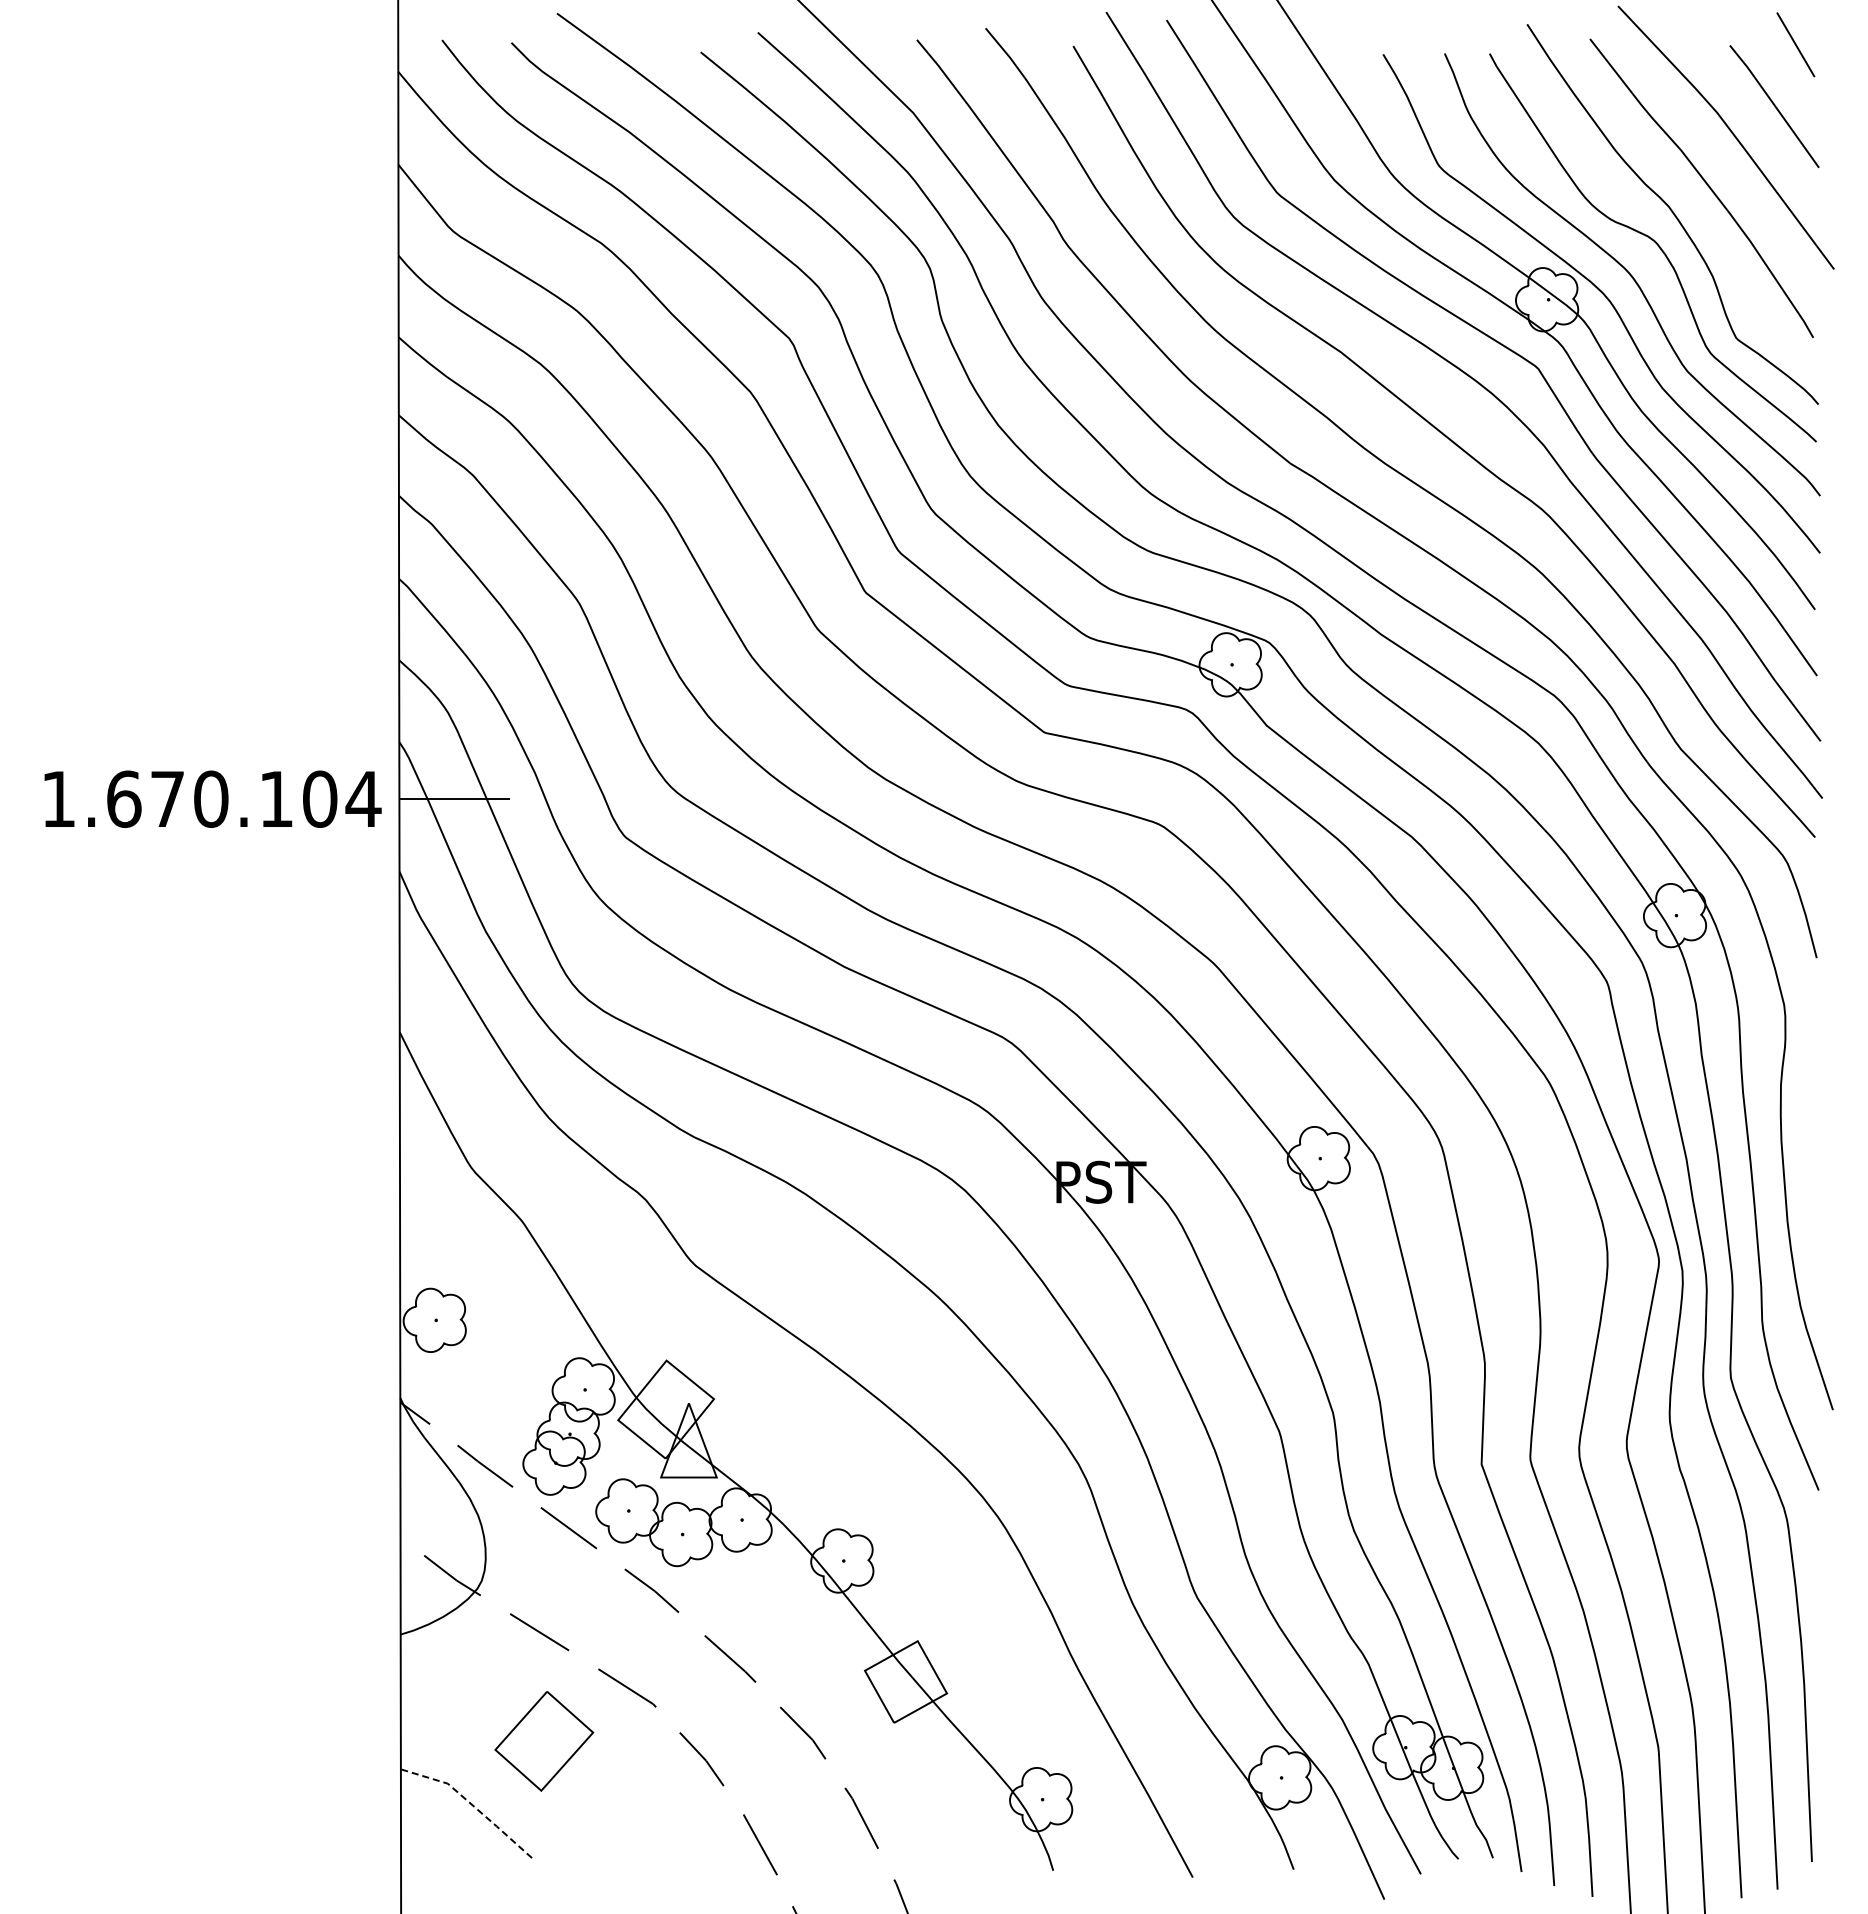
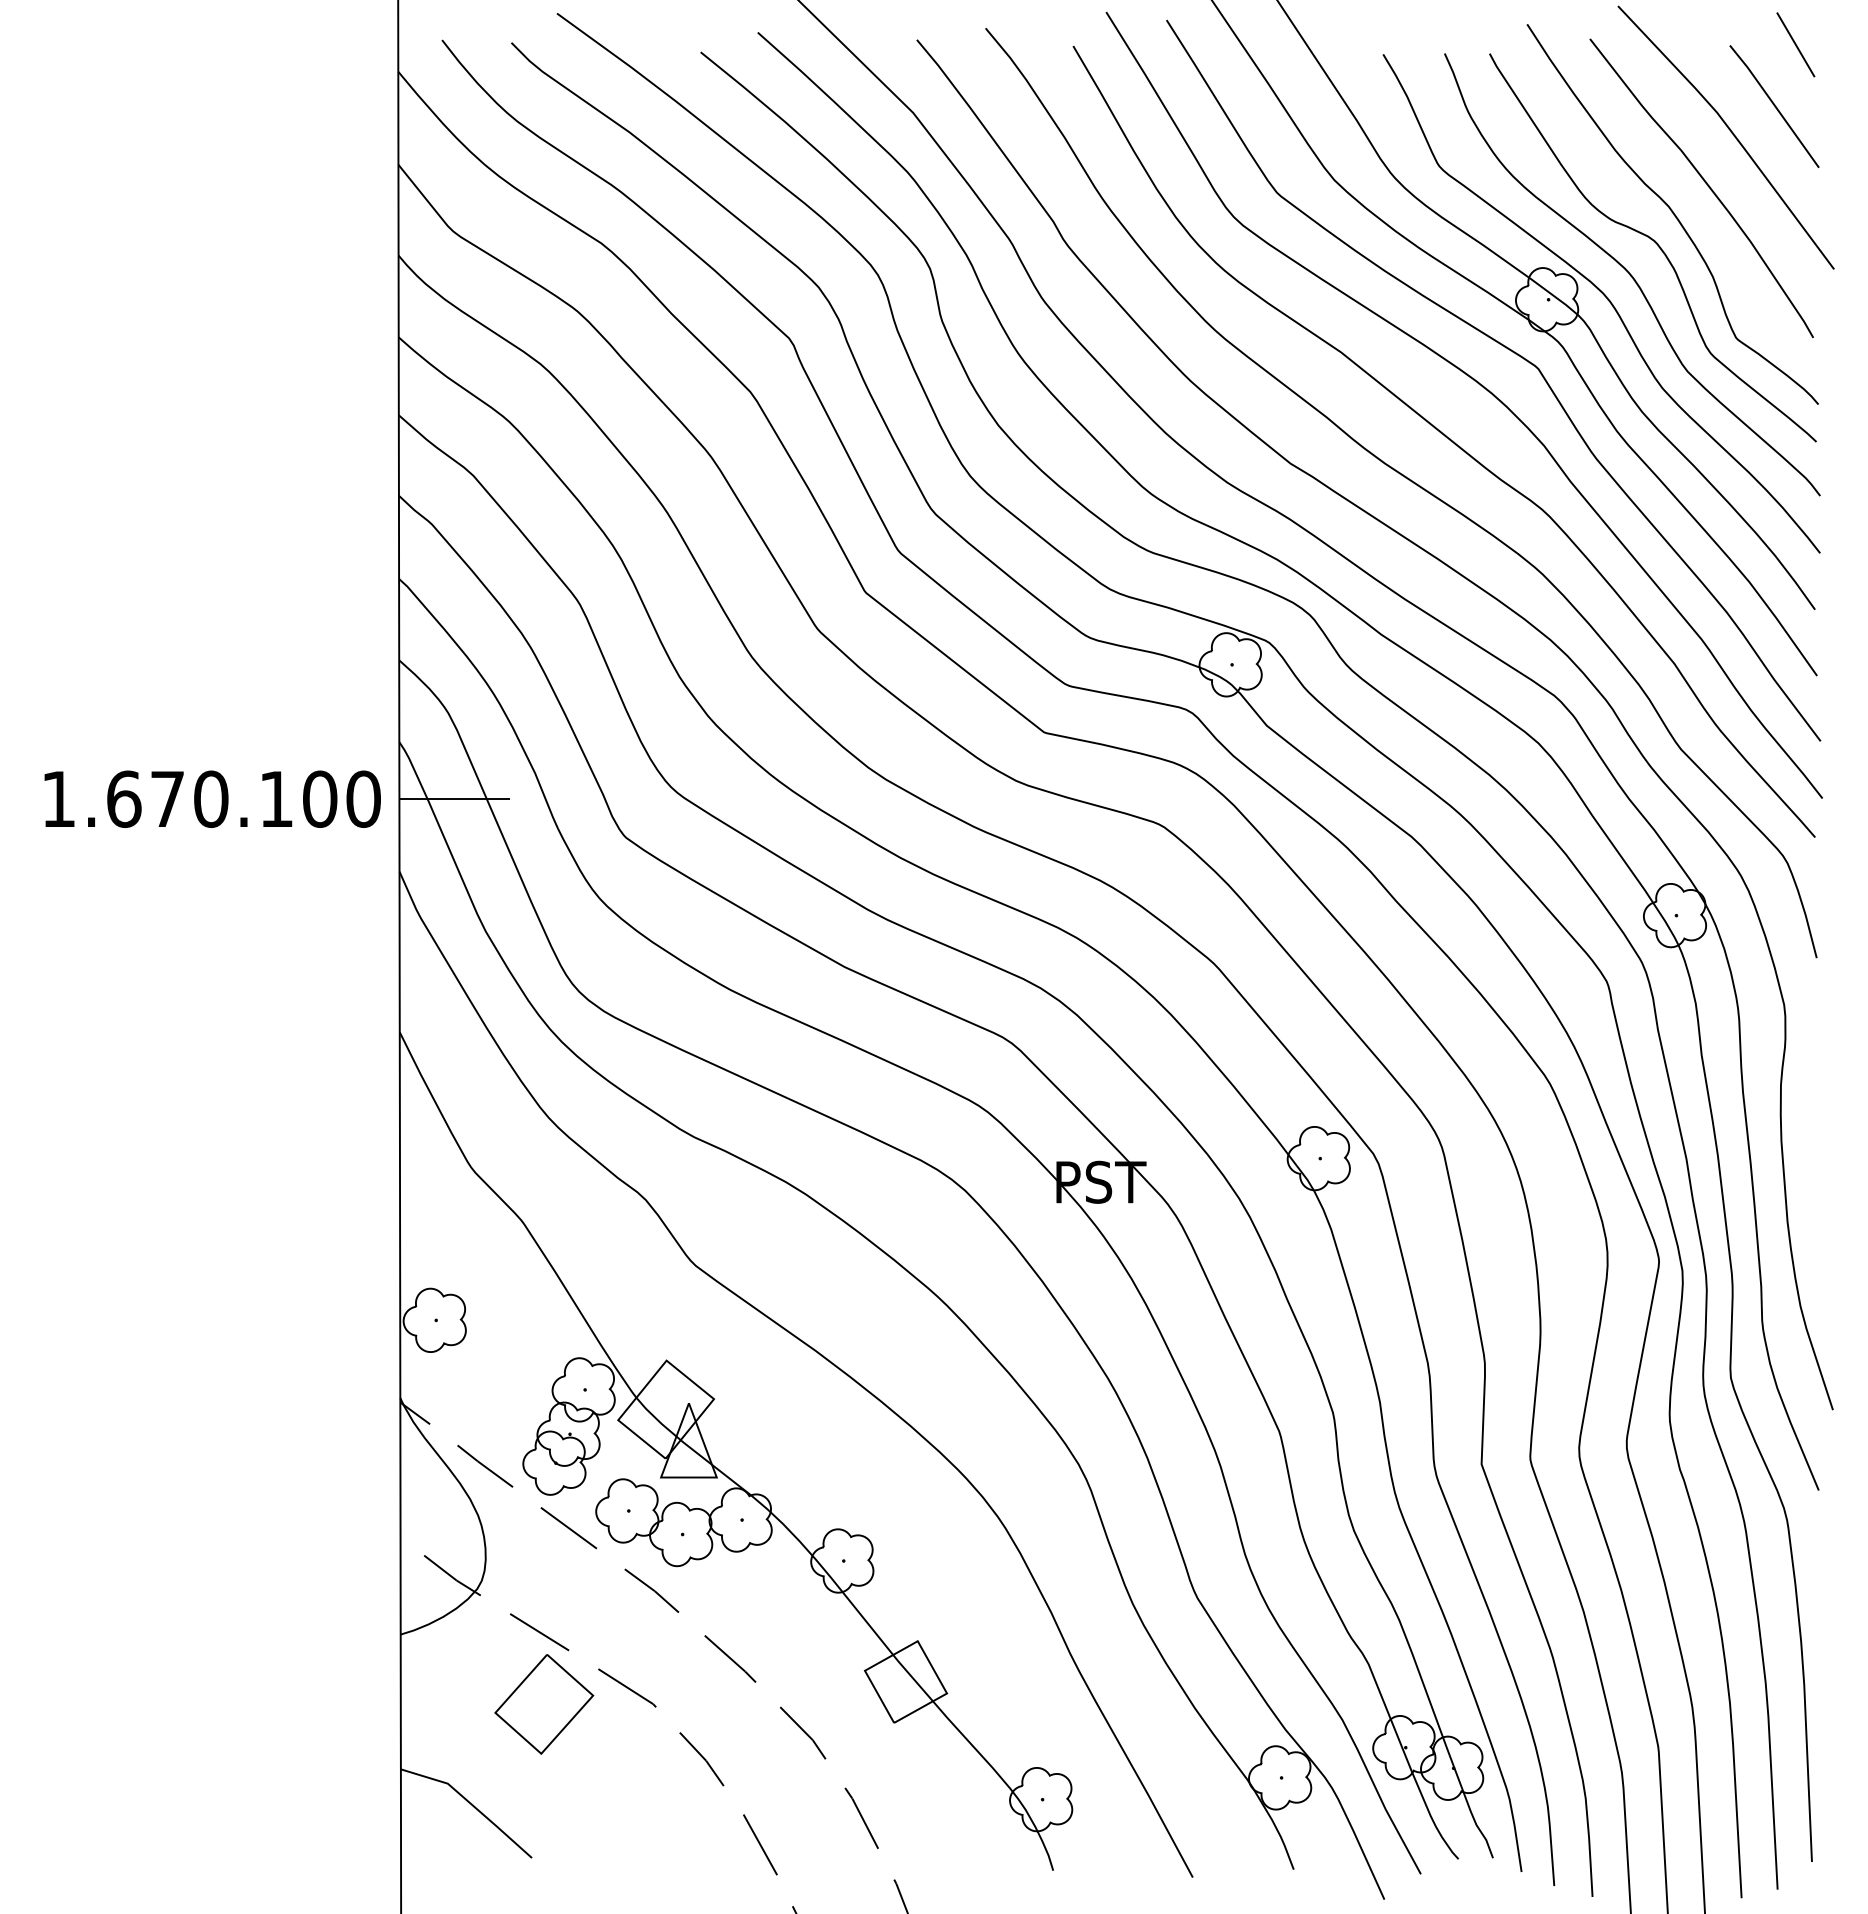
text at (363, 798): 1.670.104 -> 1.670.100
part at (544, 1741) position: (544, 1741) -> (544, 1704)
line at (471, 1804): dashed -> solid
